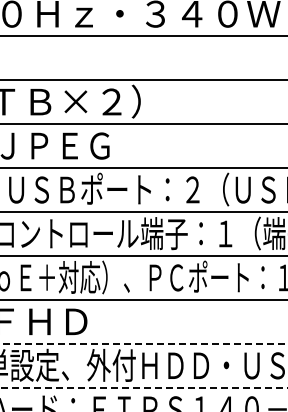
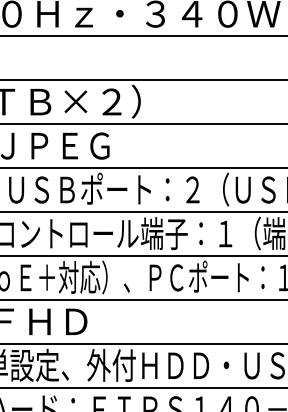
line at (143, 343): dashed -> solid
line at (144, 387): dashed -> solid
